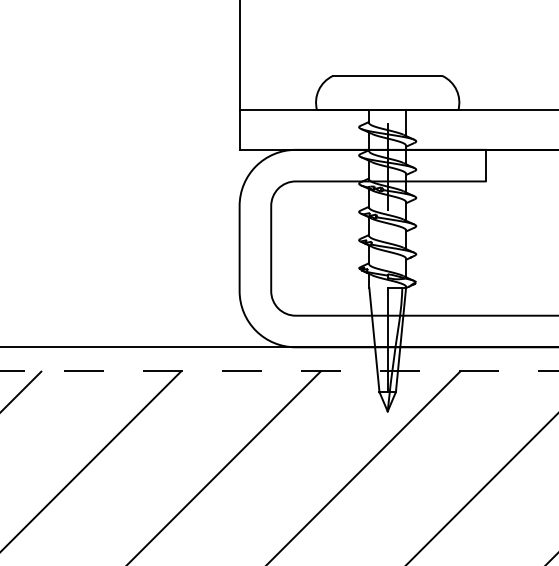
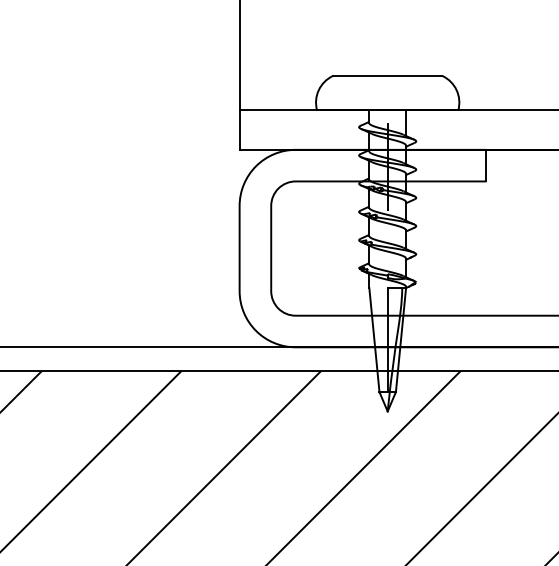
line at (279, 370): dashed -> solid
